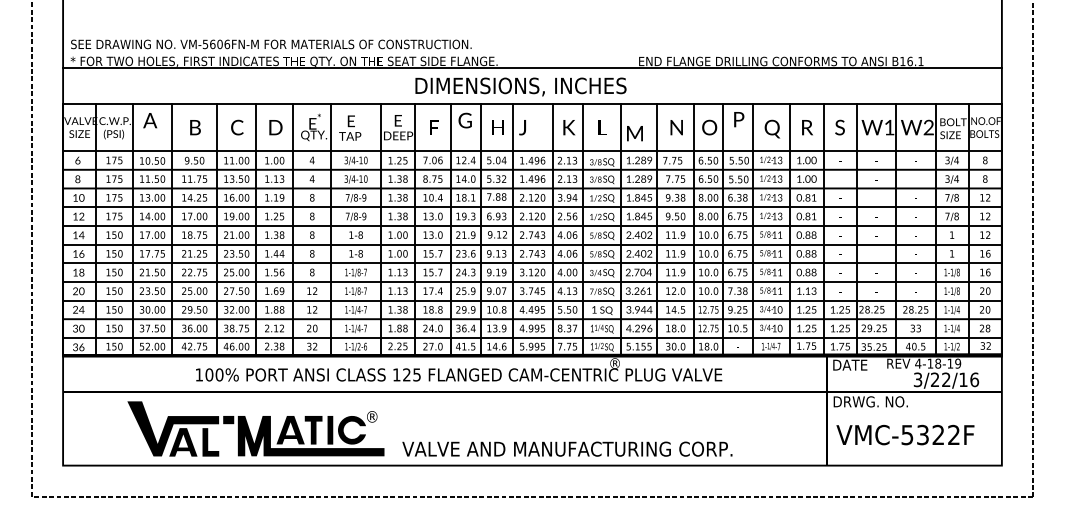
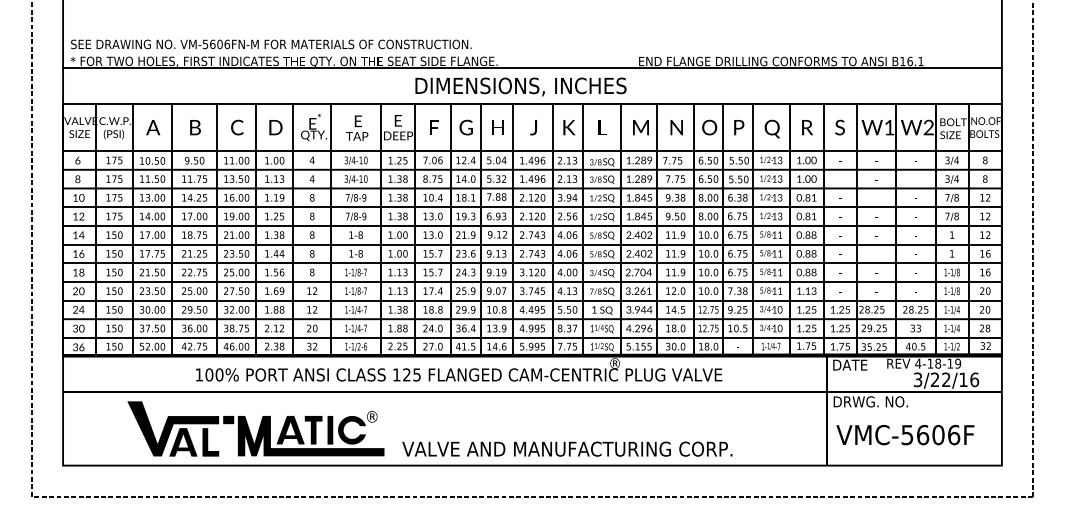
text at (739, 119) position: (739, 119) -> (739, 127)
text at (150, 120) position: (150, 120) -> (153, 127)
text at (464, 120) position: (464, 120) -> (465, 127)
text at (350, 127) position: (350, 127) -> (357, 127)
text at (522, 127) position: (522, 127) -> (533, 127)
text at (634, 133) position: (634, 133) -> (640, 127)
text at (938, 434): VMC-5322F -> VMC-5606F
